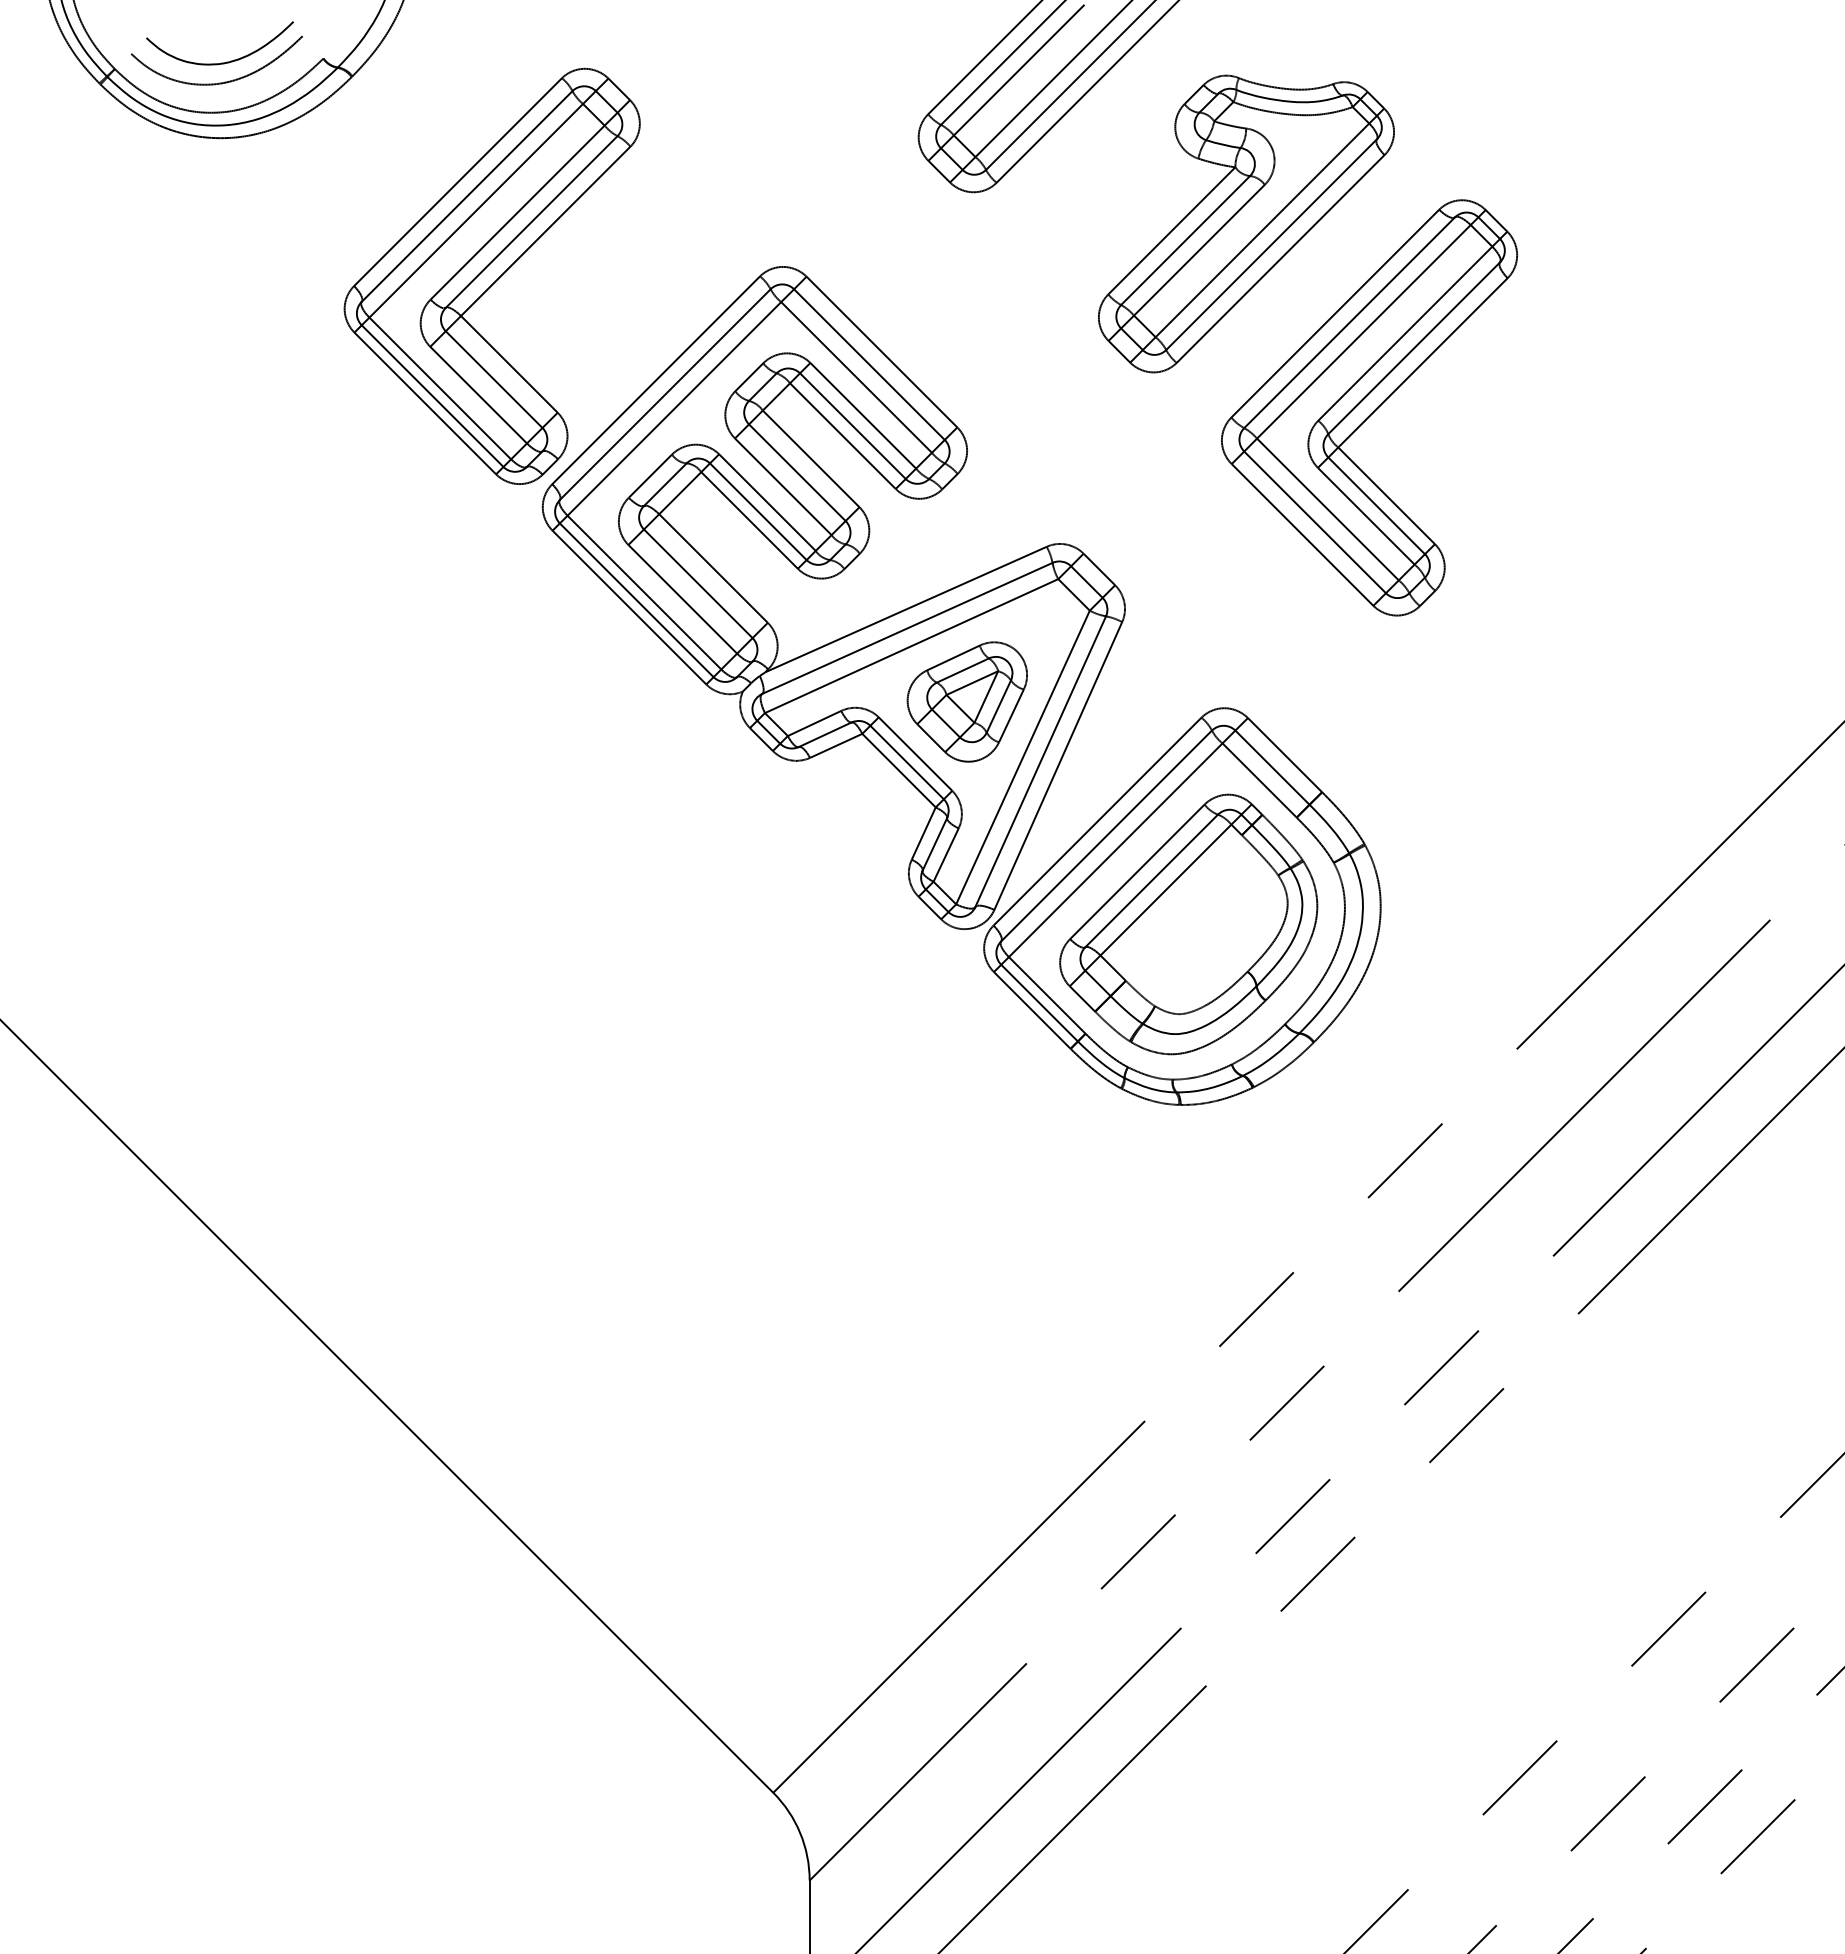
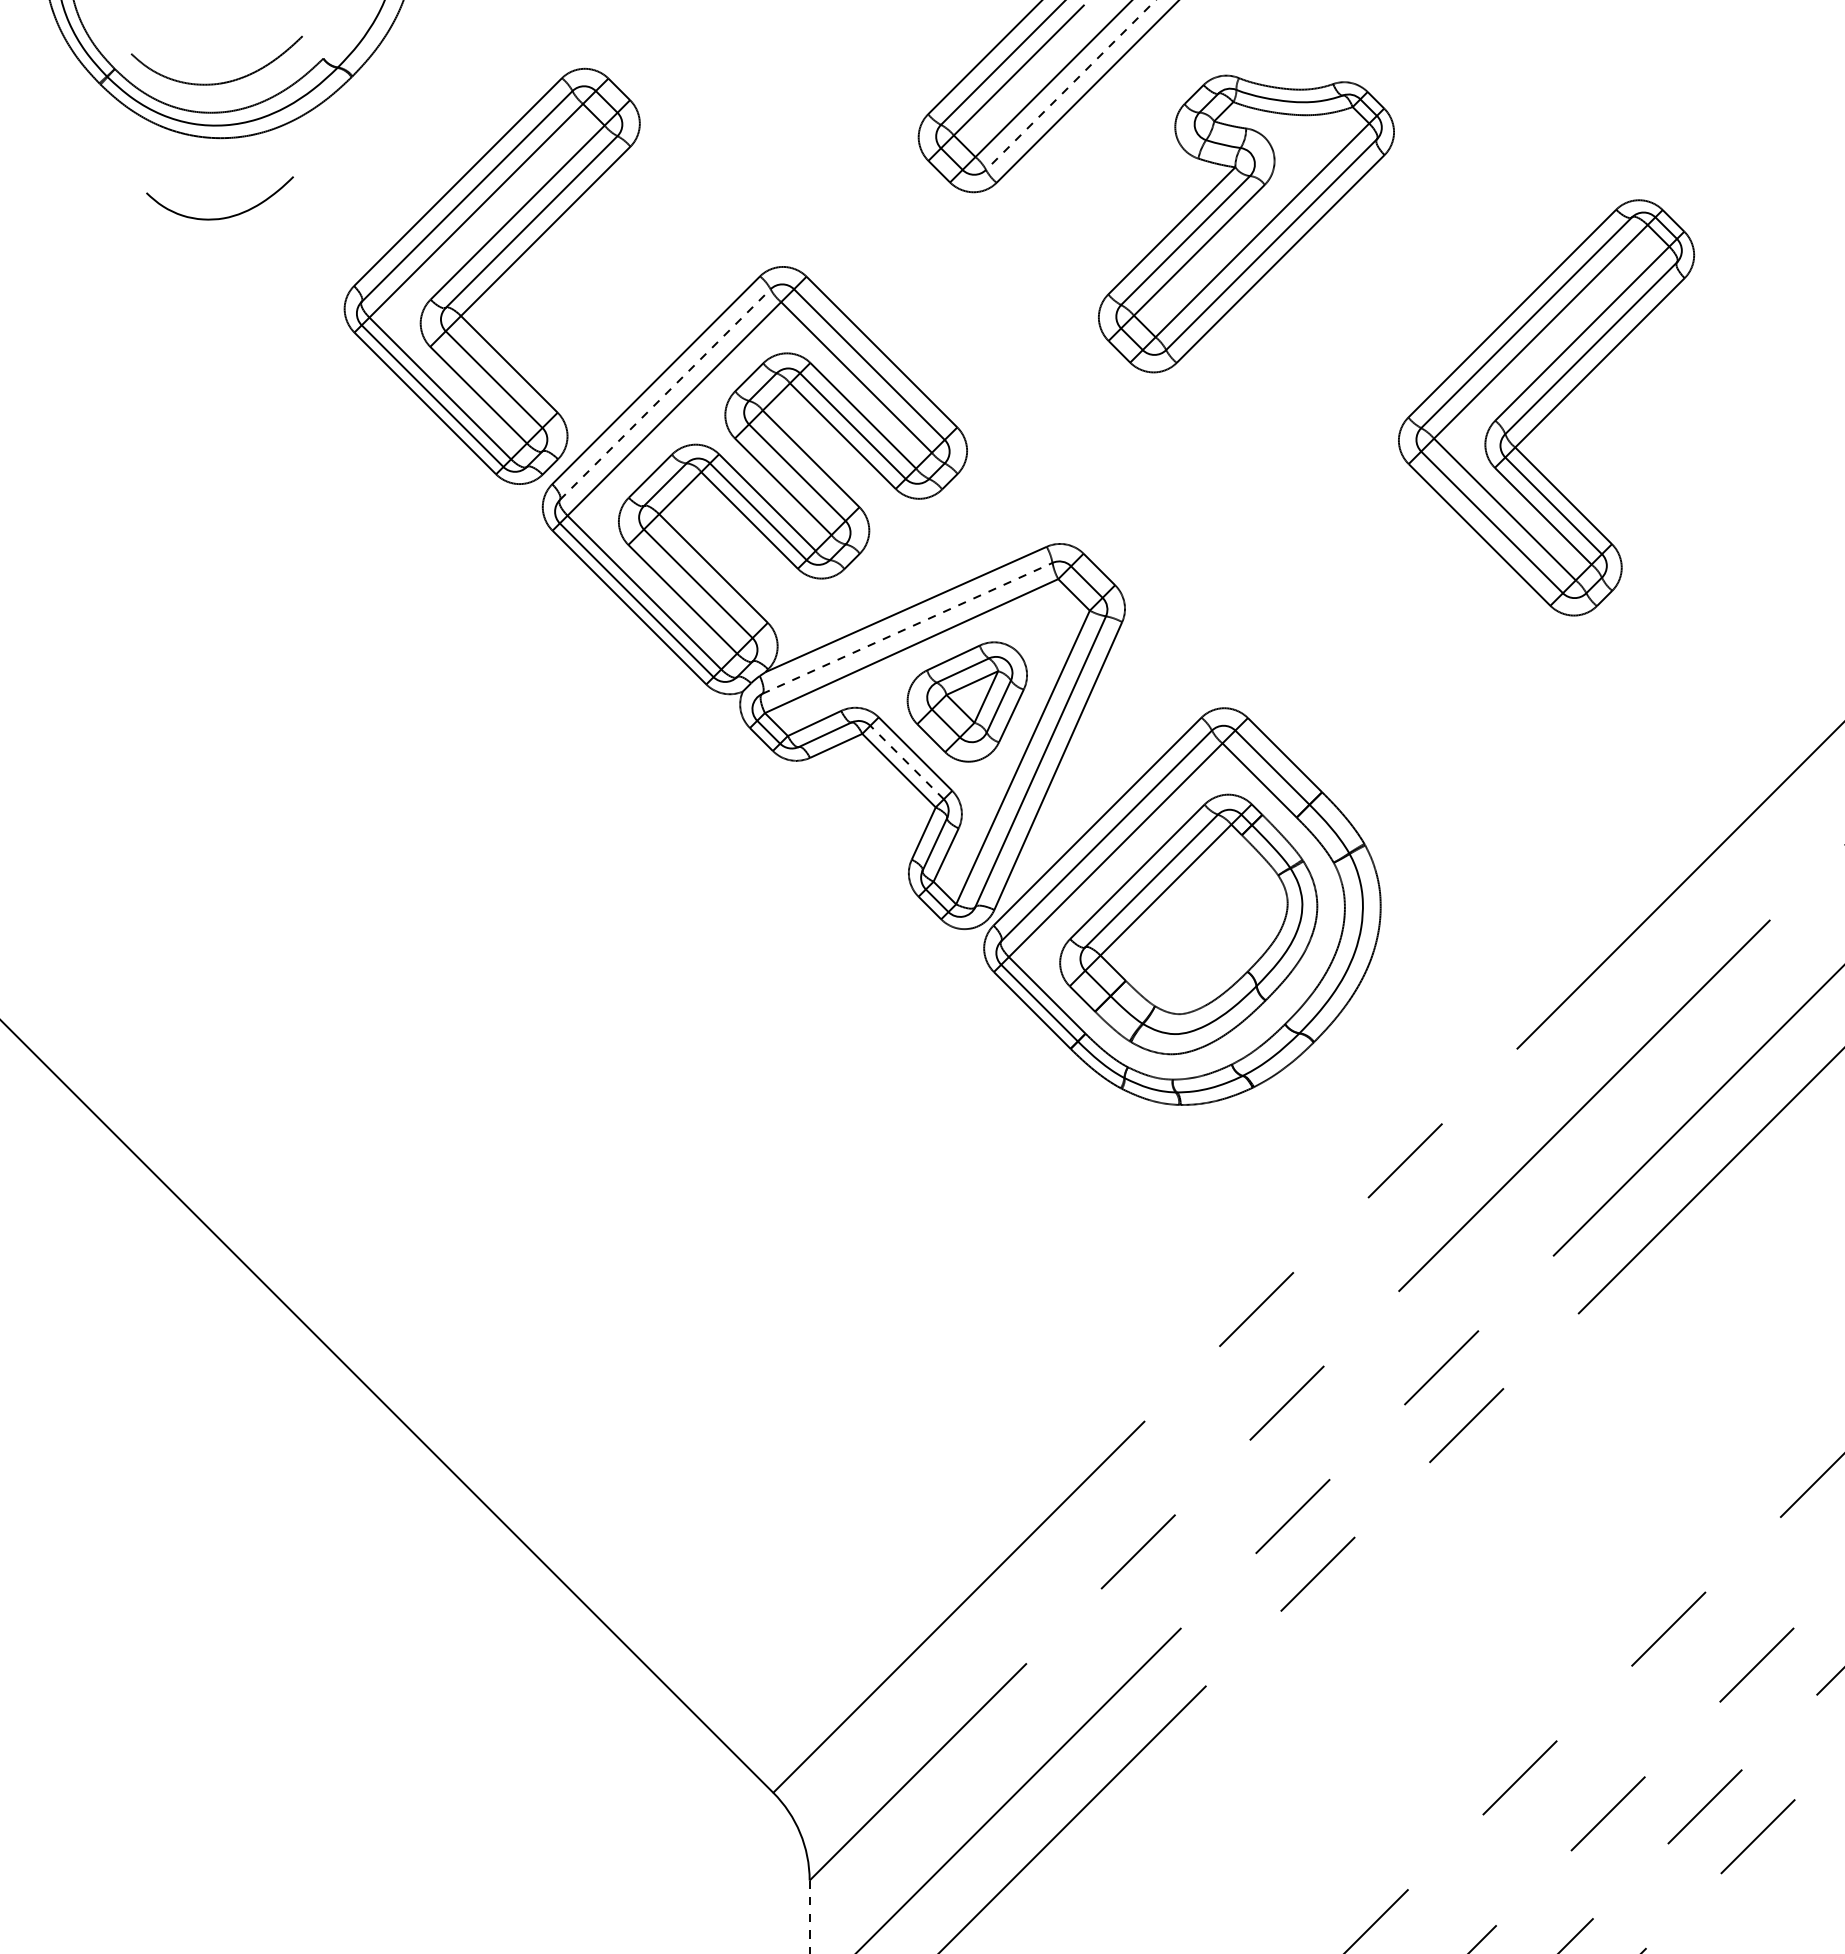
curve at (221, 62) position: (221, 62) -> (221, 217)
line at (1070, 85): solid -> dashed
line at (665, 394): solid -> dashed
part at (1369, 407) position: (1369, 407) -> (1546, 407)
line at (907, 628): solid -> dashed
line at (907, 762): solid -> dashed
line at (809, 1917): solid -> dashed
